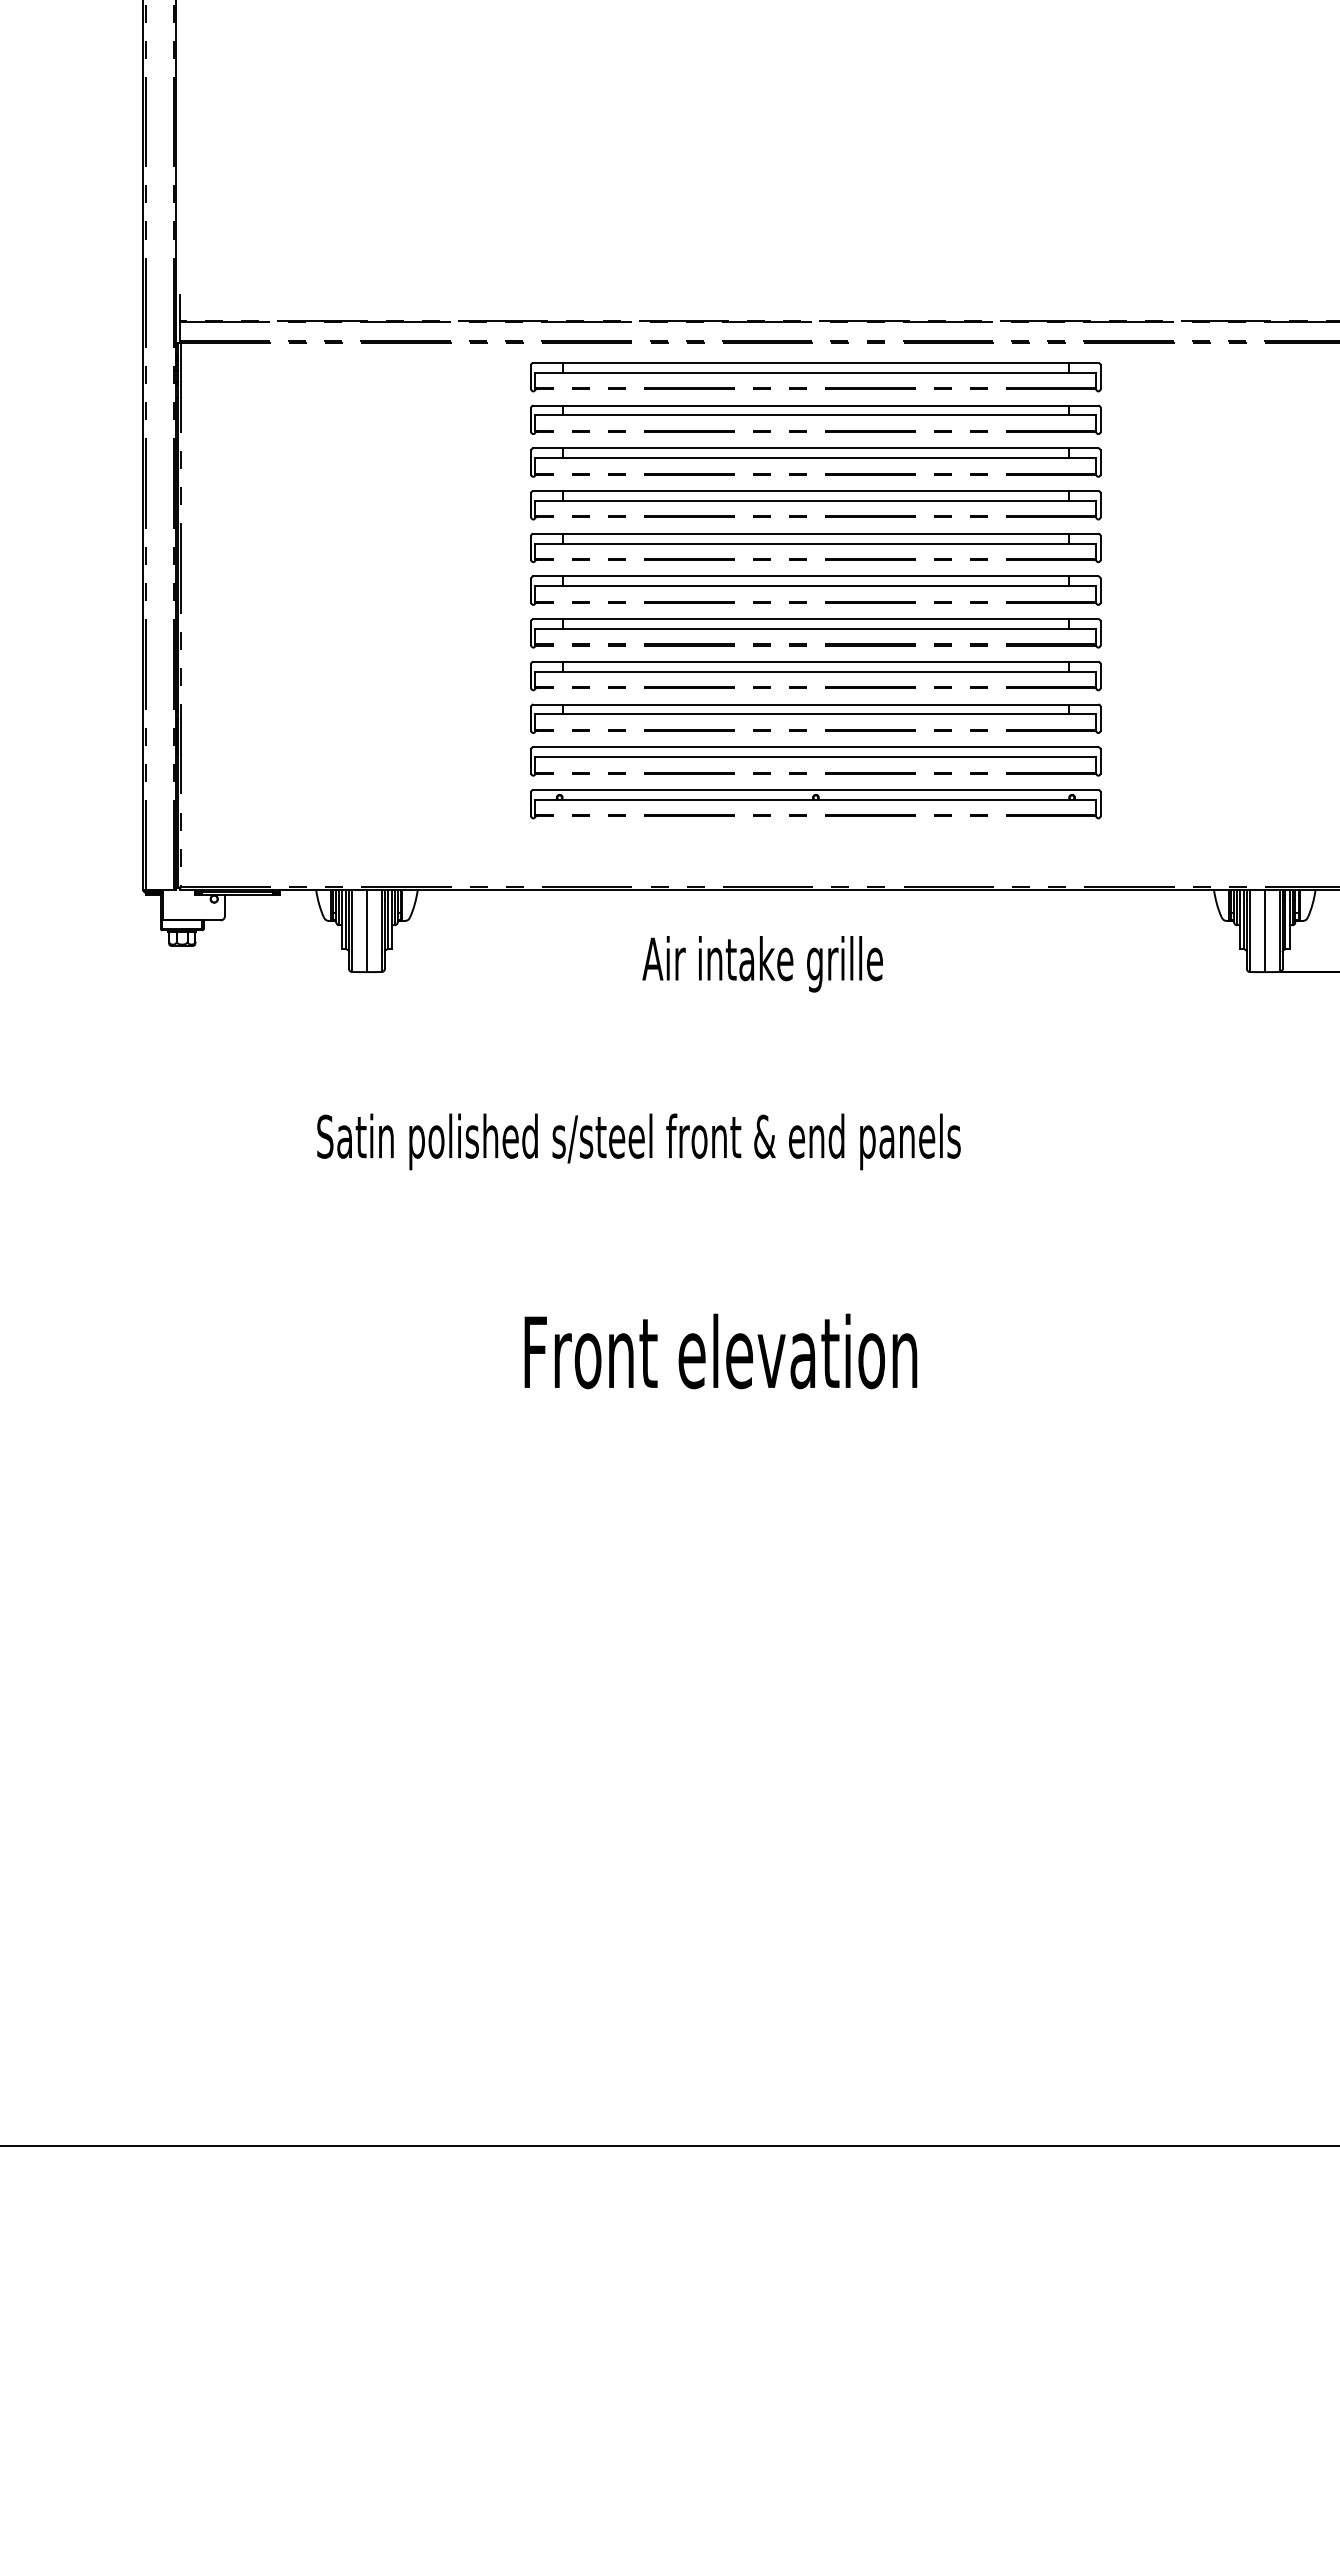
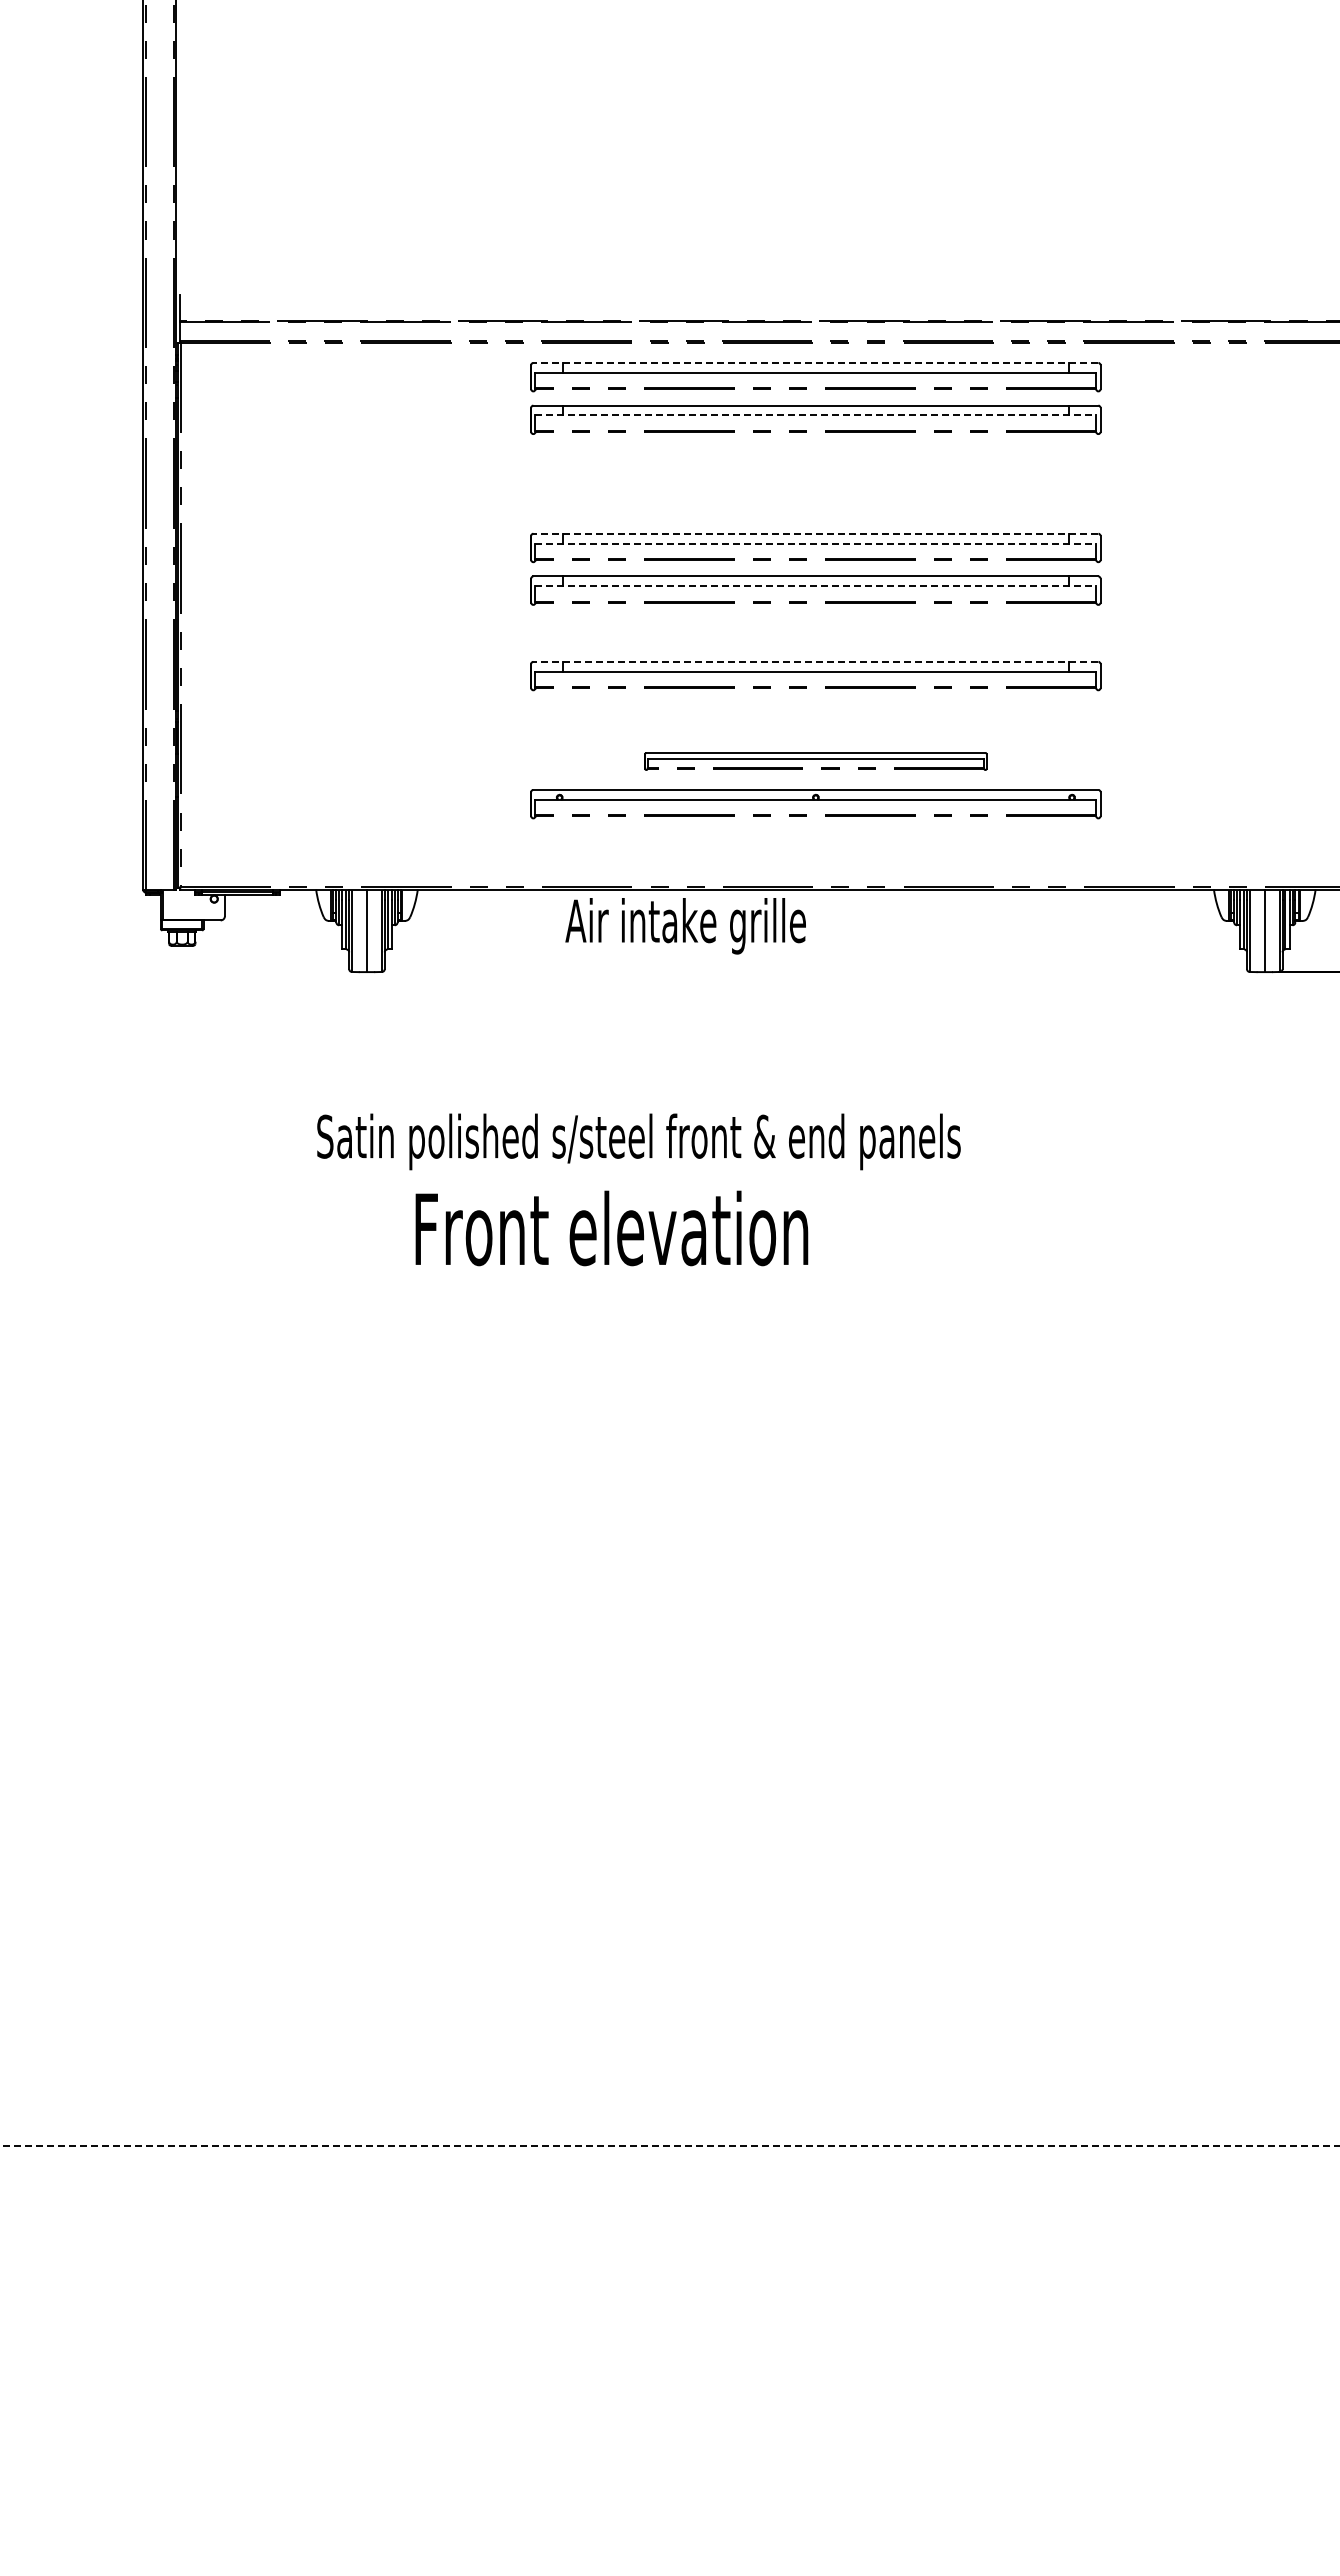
line at (815, 362): solid -> dashed
line at (816, 415): solid -> dashed
part at (815, 462): present -> none
part at (815, 505): present -> none
line at (815, 533): solid -> dashed
line at (816, 543): solid -> dashed
line at (816, 586): solid -> dashed
part at (815, 633): present -> none
line at (815, 661): solid -> dashed
part at (815, 718): present -> none
part at (815, 761) size: 572x31 px -> 344x19 px
text at (762, 964) position: (762, 964) -> (685, 926)
text at (720, 1351) position: (720, 1351) -> (611, 1228)
line at (671, 2145): solid -> dashed
